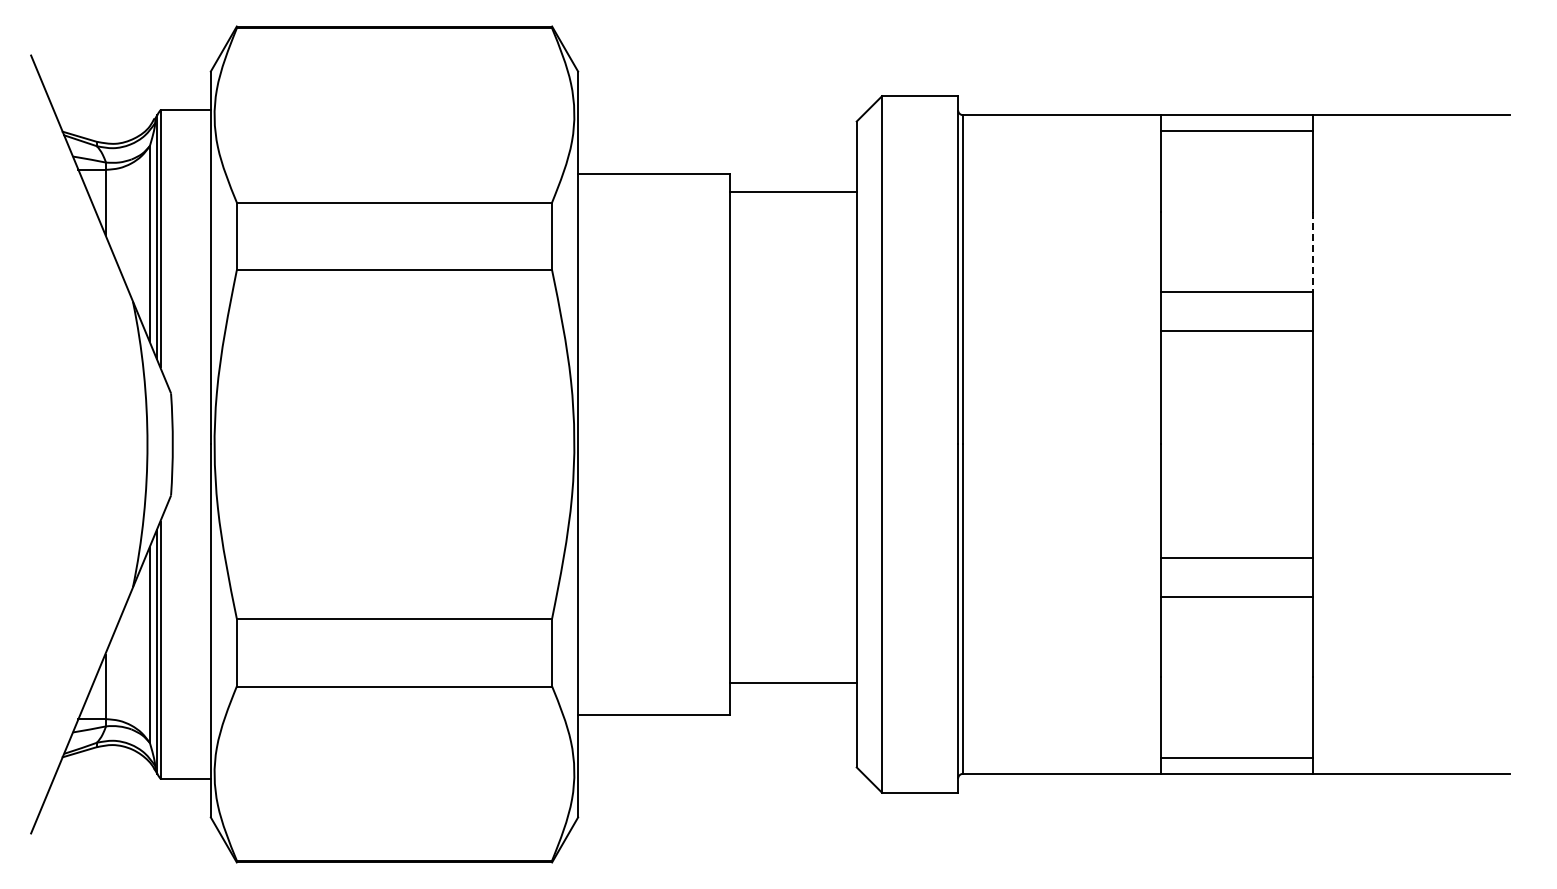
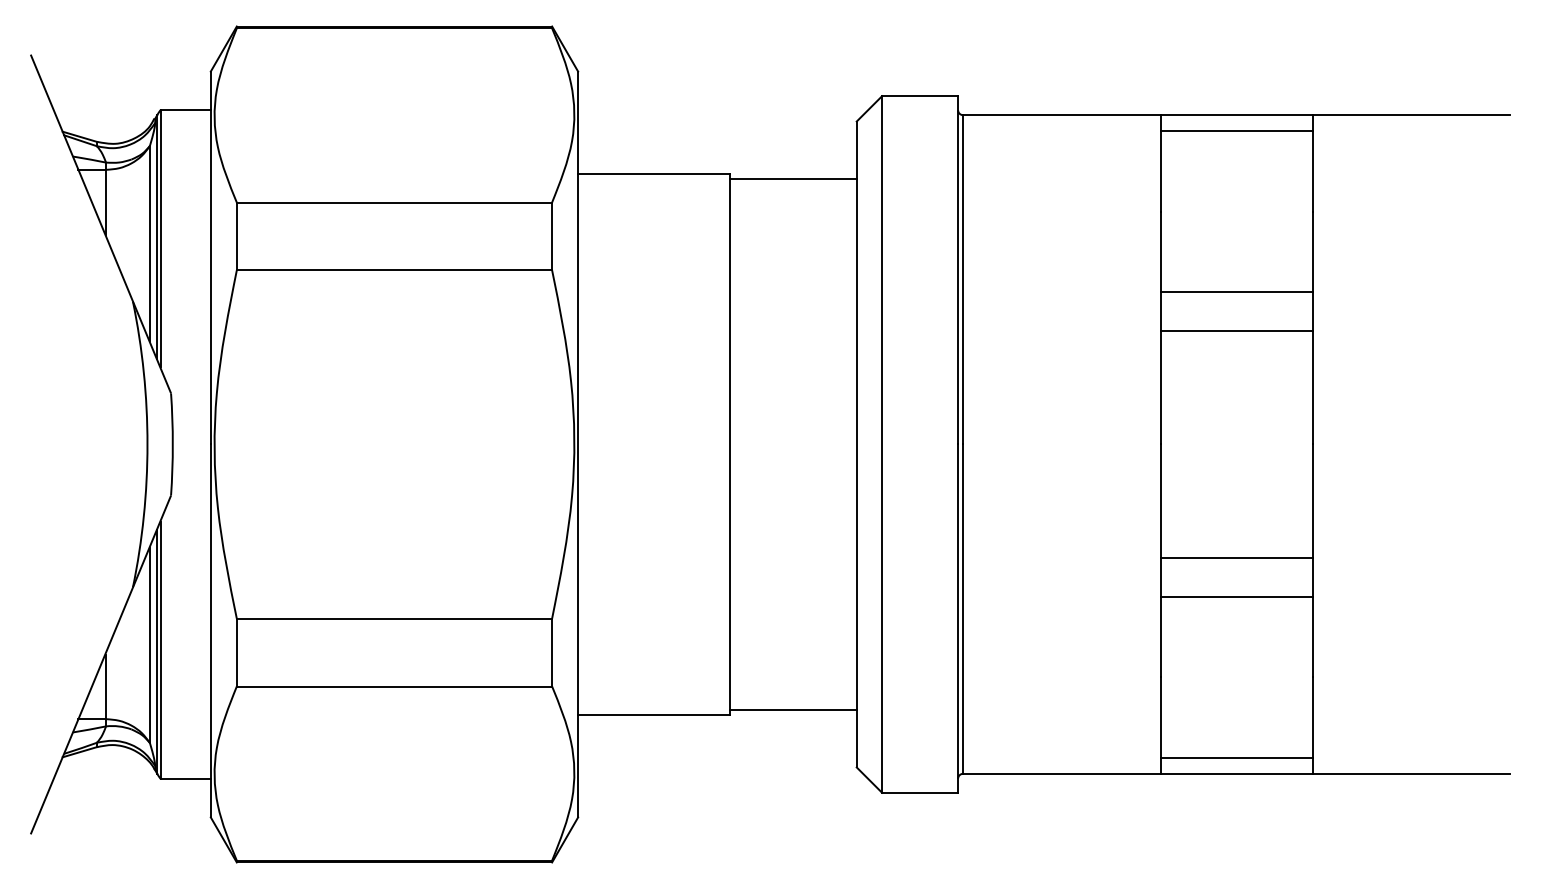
line at (793, 192) position: (793, 192) -> (793, 179)
line at (1312, 252): dashed -> solid
line at (793, 682) position: (793, 682) -> (793, 709)
